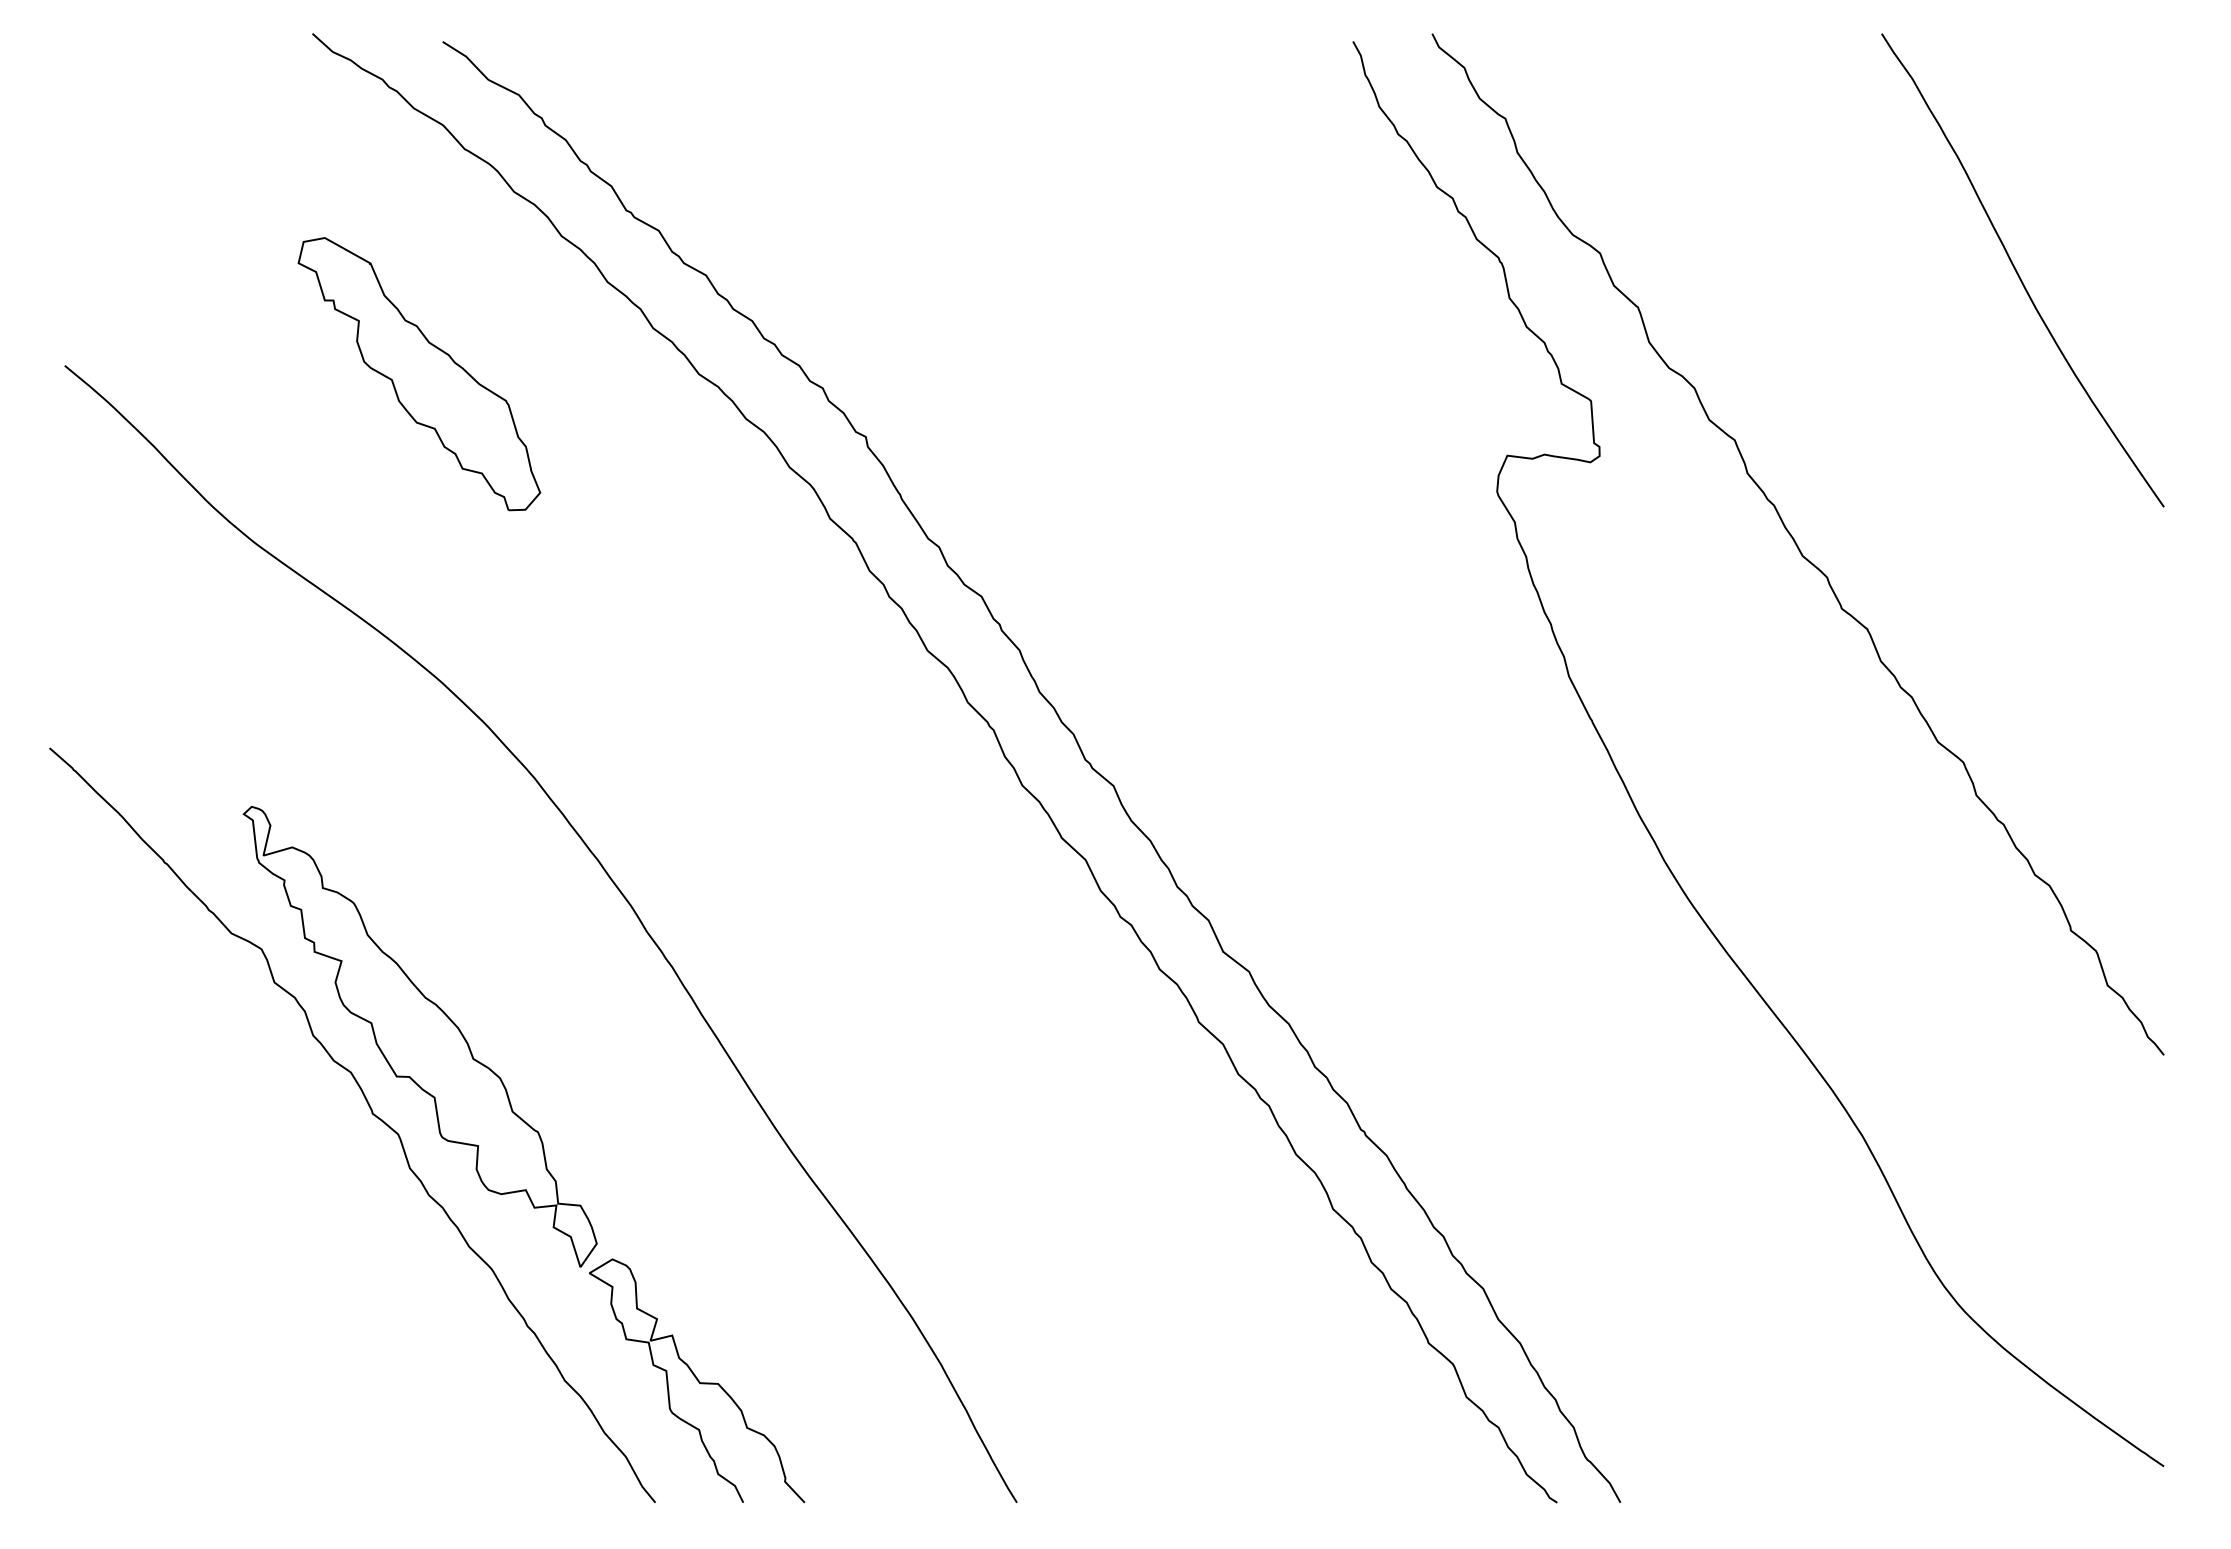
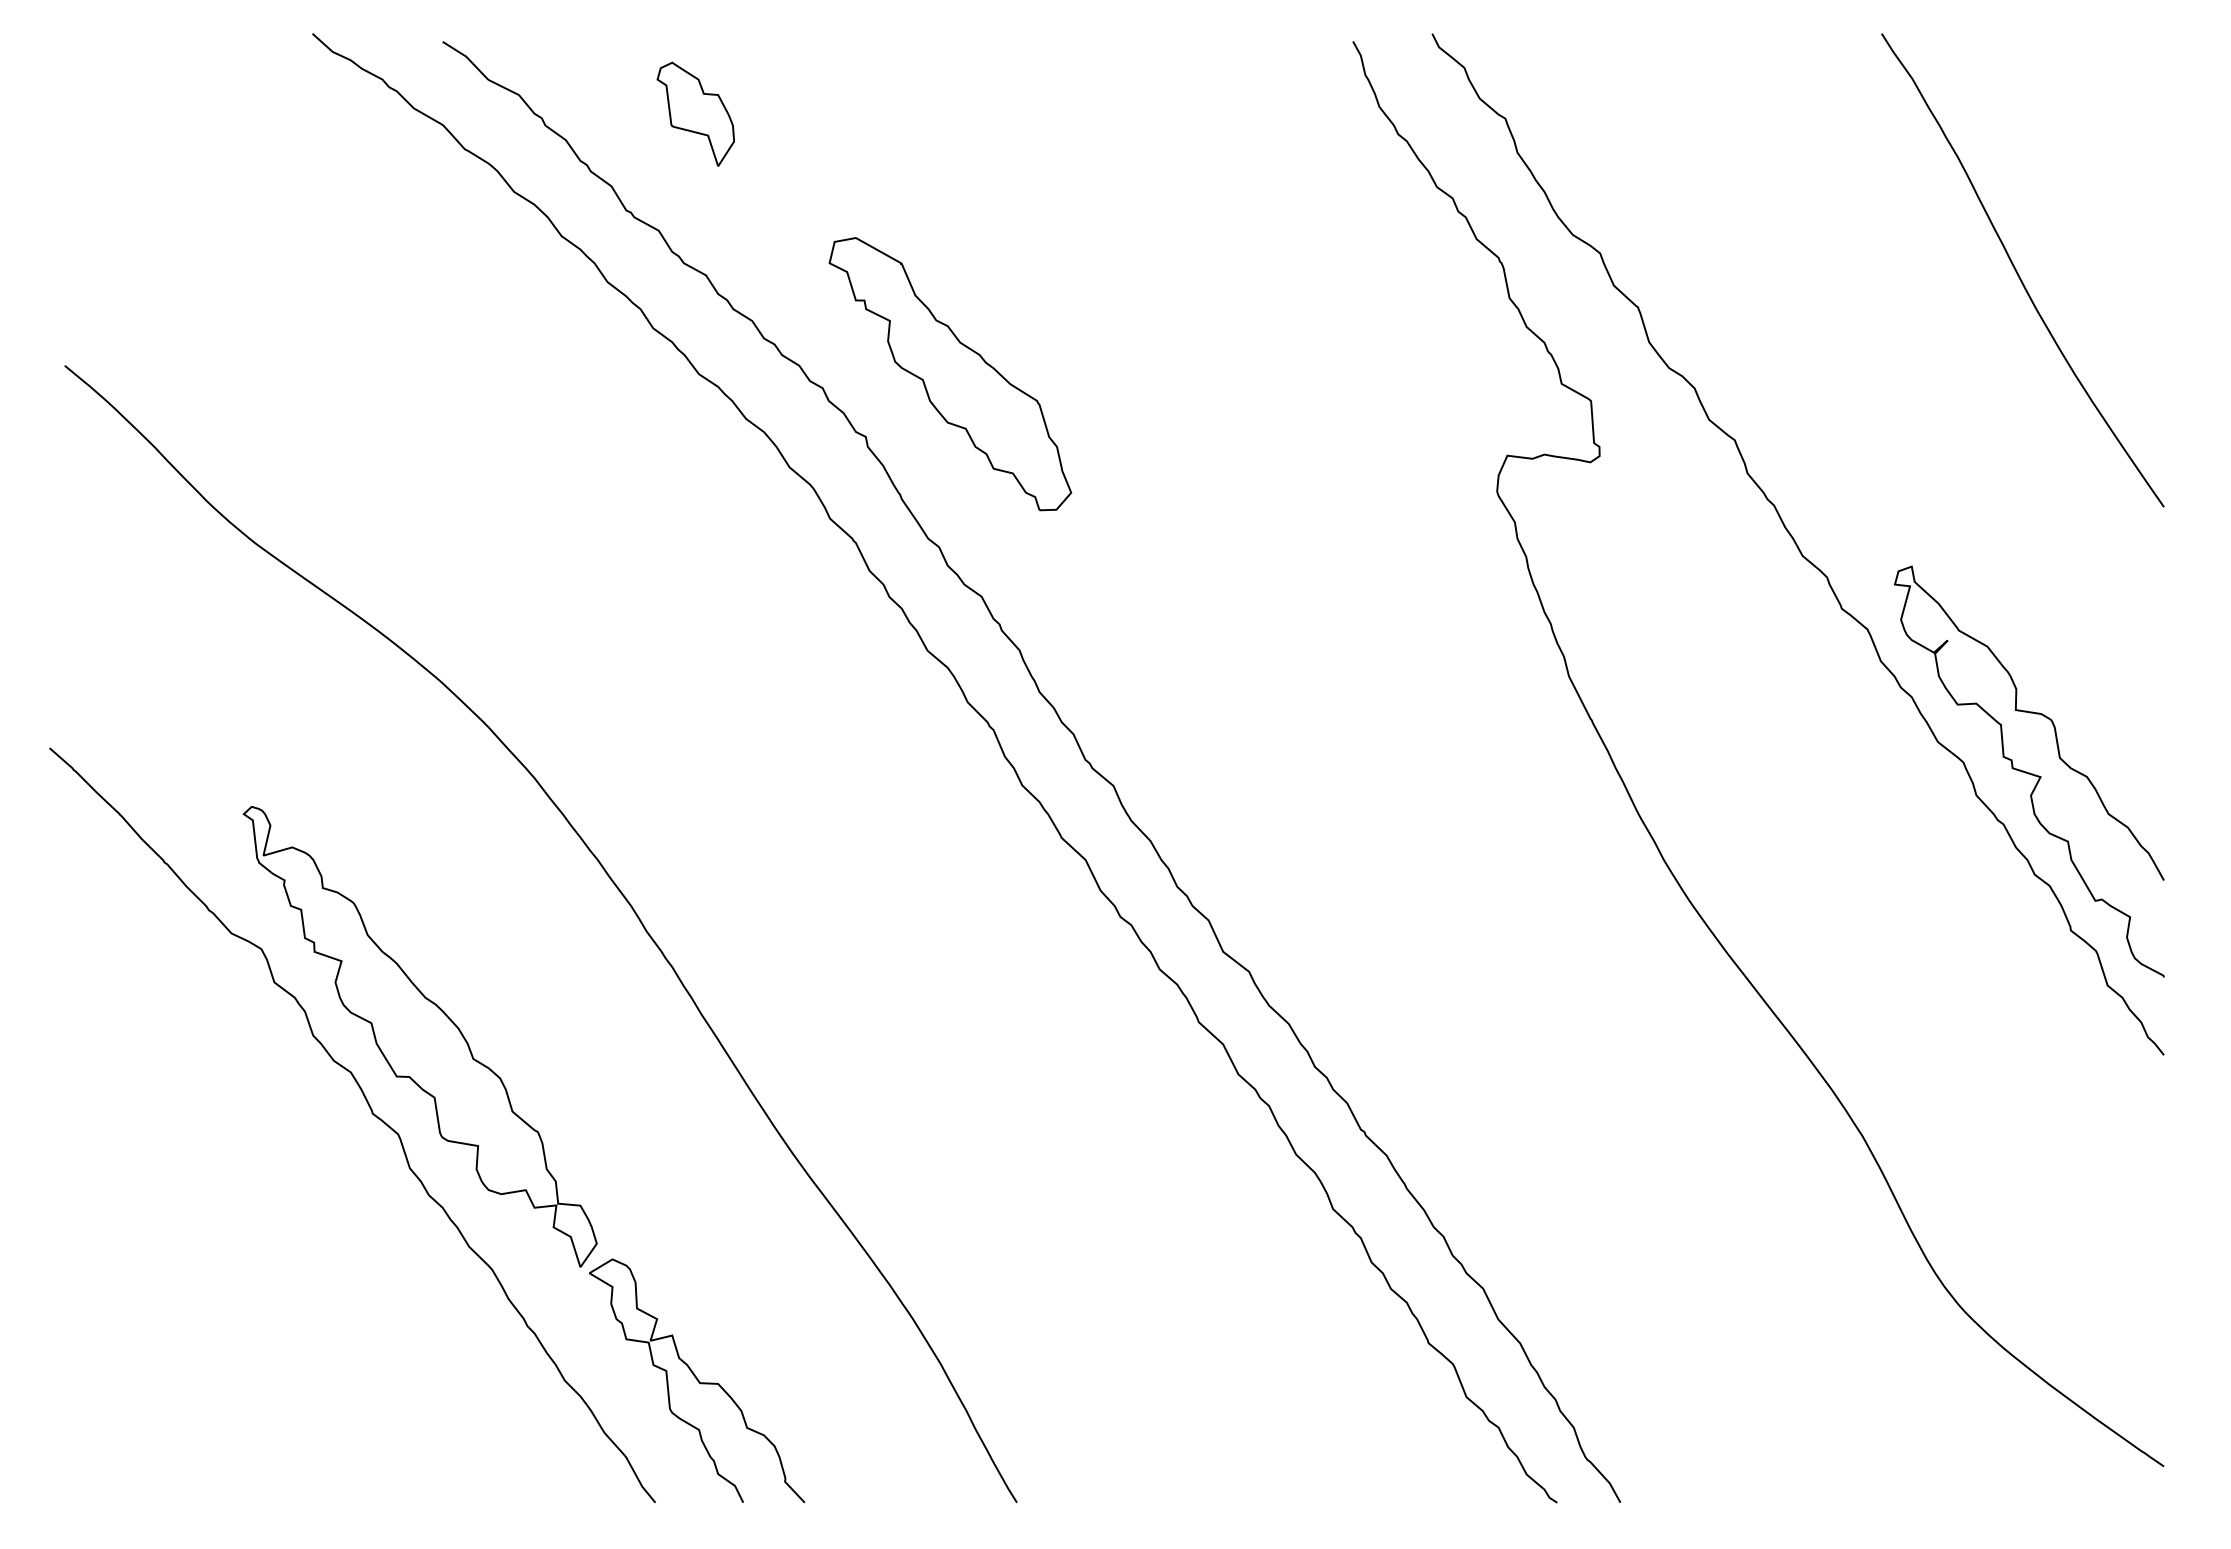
part at (695, 113): none -> present
part at (419, 374) position: (419, 374) -> (950, 374)
curve at (2029, 772): none -> present
